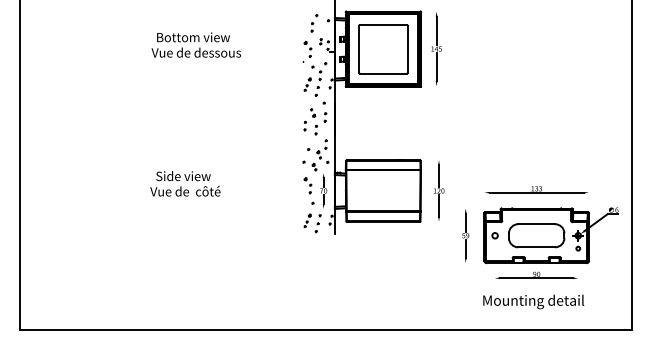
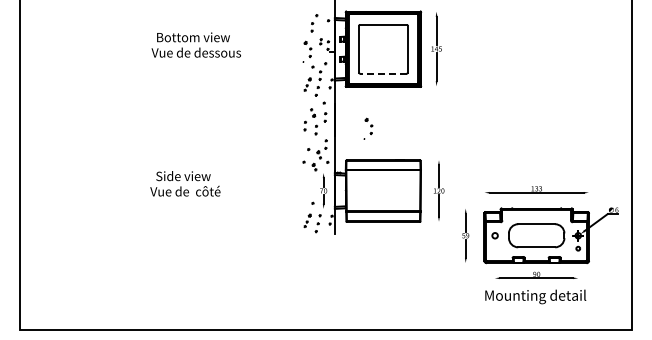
line at (382, 73): solid -> dashed
part at (368, 128): none -> present
part at (307, 185): present -> none
text at (533, 301) position: (533, 301) -> (535, 296)
